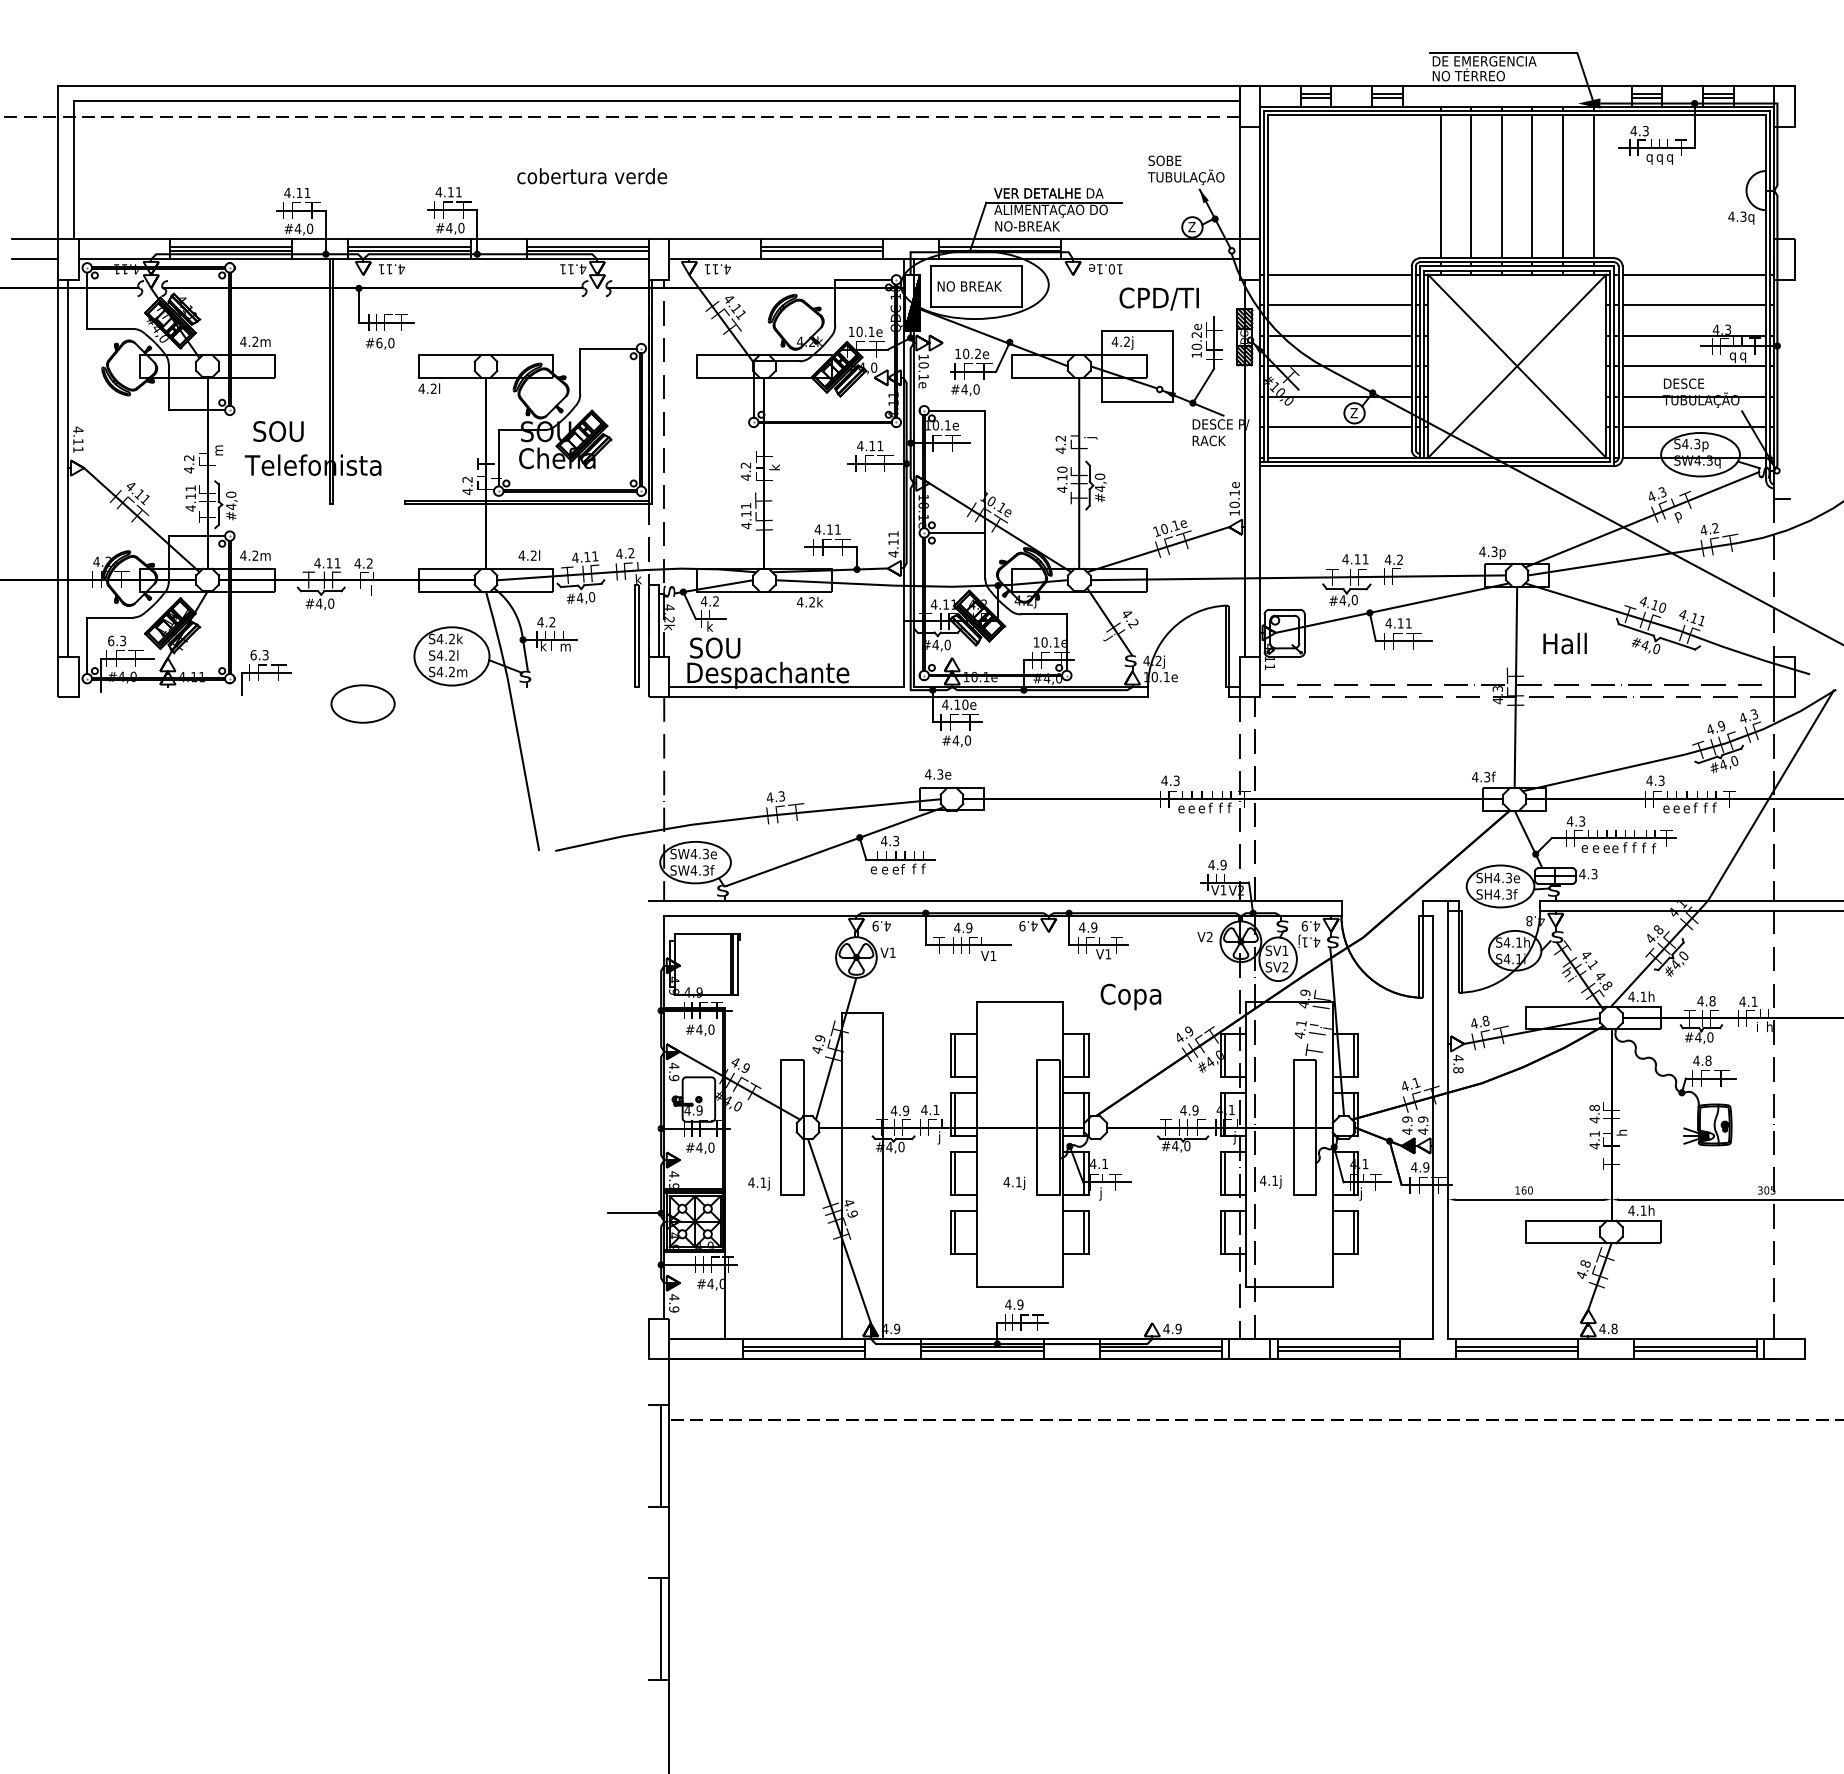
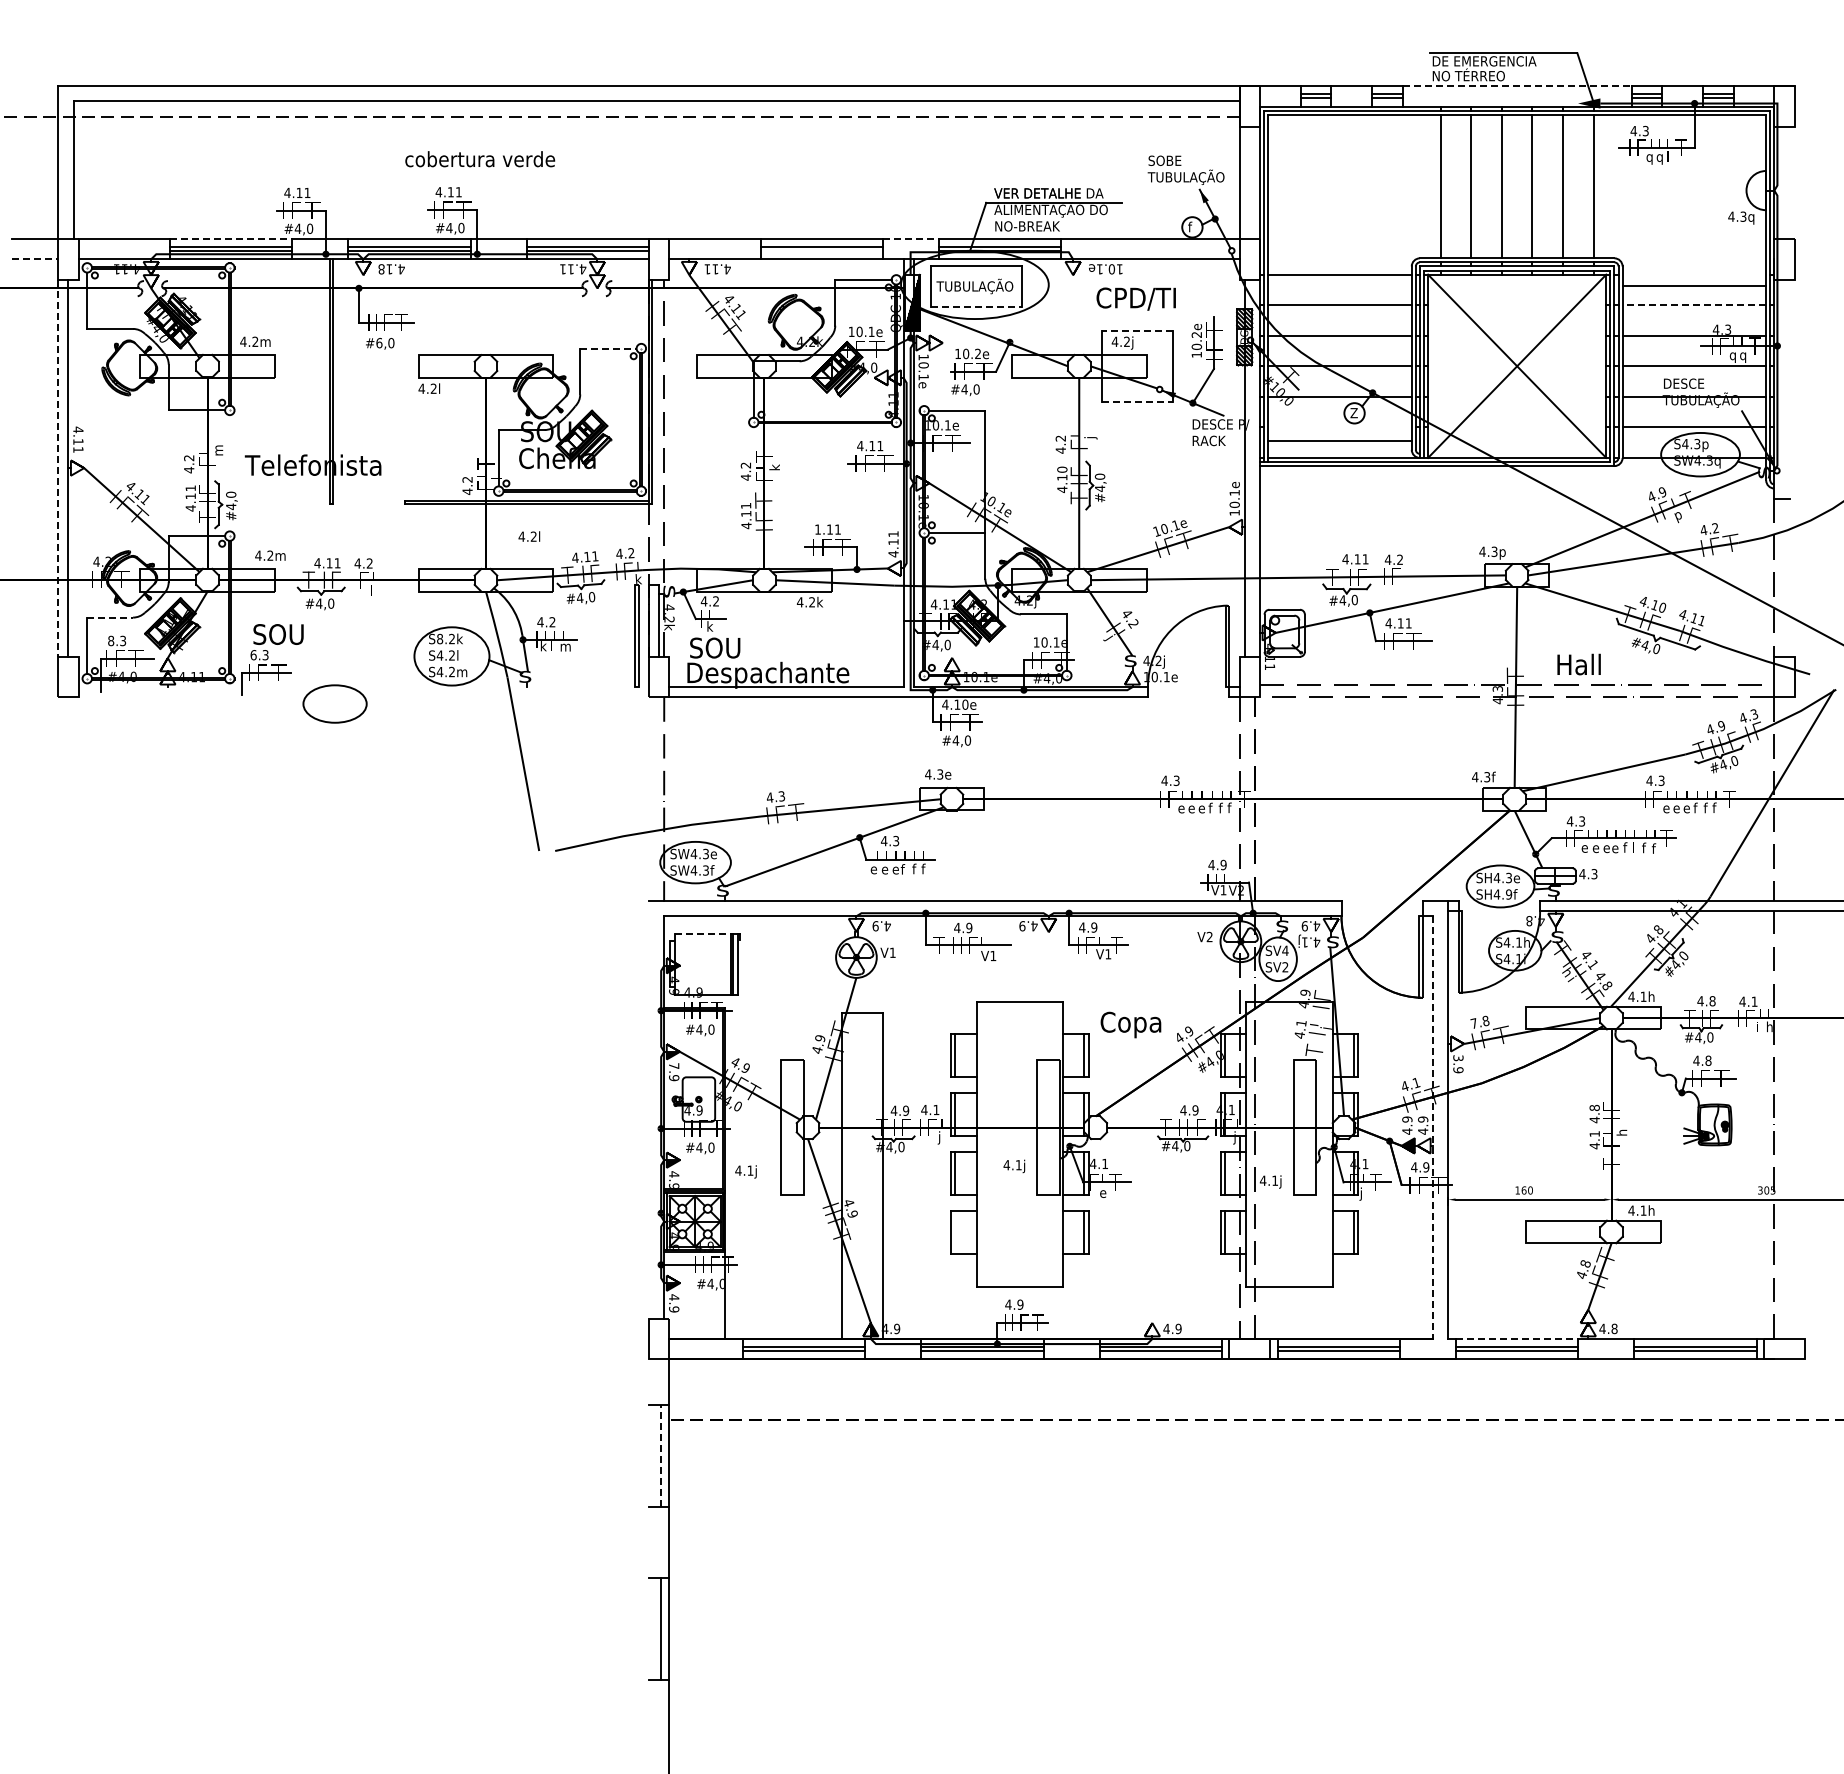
line at (1517, 86): solid -> dashed
text at (1669, 157): q -> l
text at (592, 176) position: (592, 176) -> (480, 159)
text at (1191, 226): Z -> f
line at (231, 238): solid -> dashed
line at (911, 238): solid -> dashed
line at (821, 251): present -> none
line at (35, 259): solid -> dashed
text at (381, 269): 4.11 -> 4.18
line at (1694, 274) position: (1694, 274) -> (1694, 285)
text at (974, 286): NO BREAK -> TUBULAÇÃO
text at (1158, 298) position: (1158, 298) -> (1135, 298)
line at (1694, 305): solid -> dashed
line at (976, 307): solid -> dashed
line at (1137, 330): solid -> dashed
line at (608, 348): solid -> dashed
line at (1137, 401): solid -> dashed
line at (1339, 427) position: (1339, 427) -> (1339, 441)
text at (278, 431) position: (278, 431) -> (278, 634)
line at (58, 468): solid -> dashed
text at (1662, 492): 4.3 -> 4.9
text at (817, 529): 4.11 -> 1.11
text at (255, 555) position: (255, 555) -> (270, 555)
text at (529, 555) position: (529, 555) -> (529, 536)
line at (110, 617): solid -> dashed
text at (439, 638): S4.2k -> S8.2k
text at (111, 640): 6.3 -> 8.3
text at (1564, 643) position: (1564, 643) -> (1578, 664)
part at (362, 703) position: (362, 703) -> (334, 703)
text at (1634, 847): f -> l
text at (1509, 894): SH4.3f -> SH4.9f
line at (703, 933): solid -> dashed
text at (1285, 950): SV1 -> SV4
text at (1130, 996) position: (1130, 996) -> (1130, 1024)
text at (1473, 1023): 4.8 -> 7.8
text at (1458, 1063): 4.8 -> 3.9
text at (674, 1065): 4.9 -> 7.9
line at (1433, 1128): solid -> dashed
text at (758, 1183) position: (758, 1183) -> (745, 1171)
text at (1014, 1183) position: (1014, 1183) -> (1014, 1166)
text at (1102, 1193): j -> e
line at (634, 1213): present -> none
line at (955, 1232): present -> none
line at (1517, 1338): solid -> dashed
line at (661, 1456): solid -> dashed
